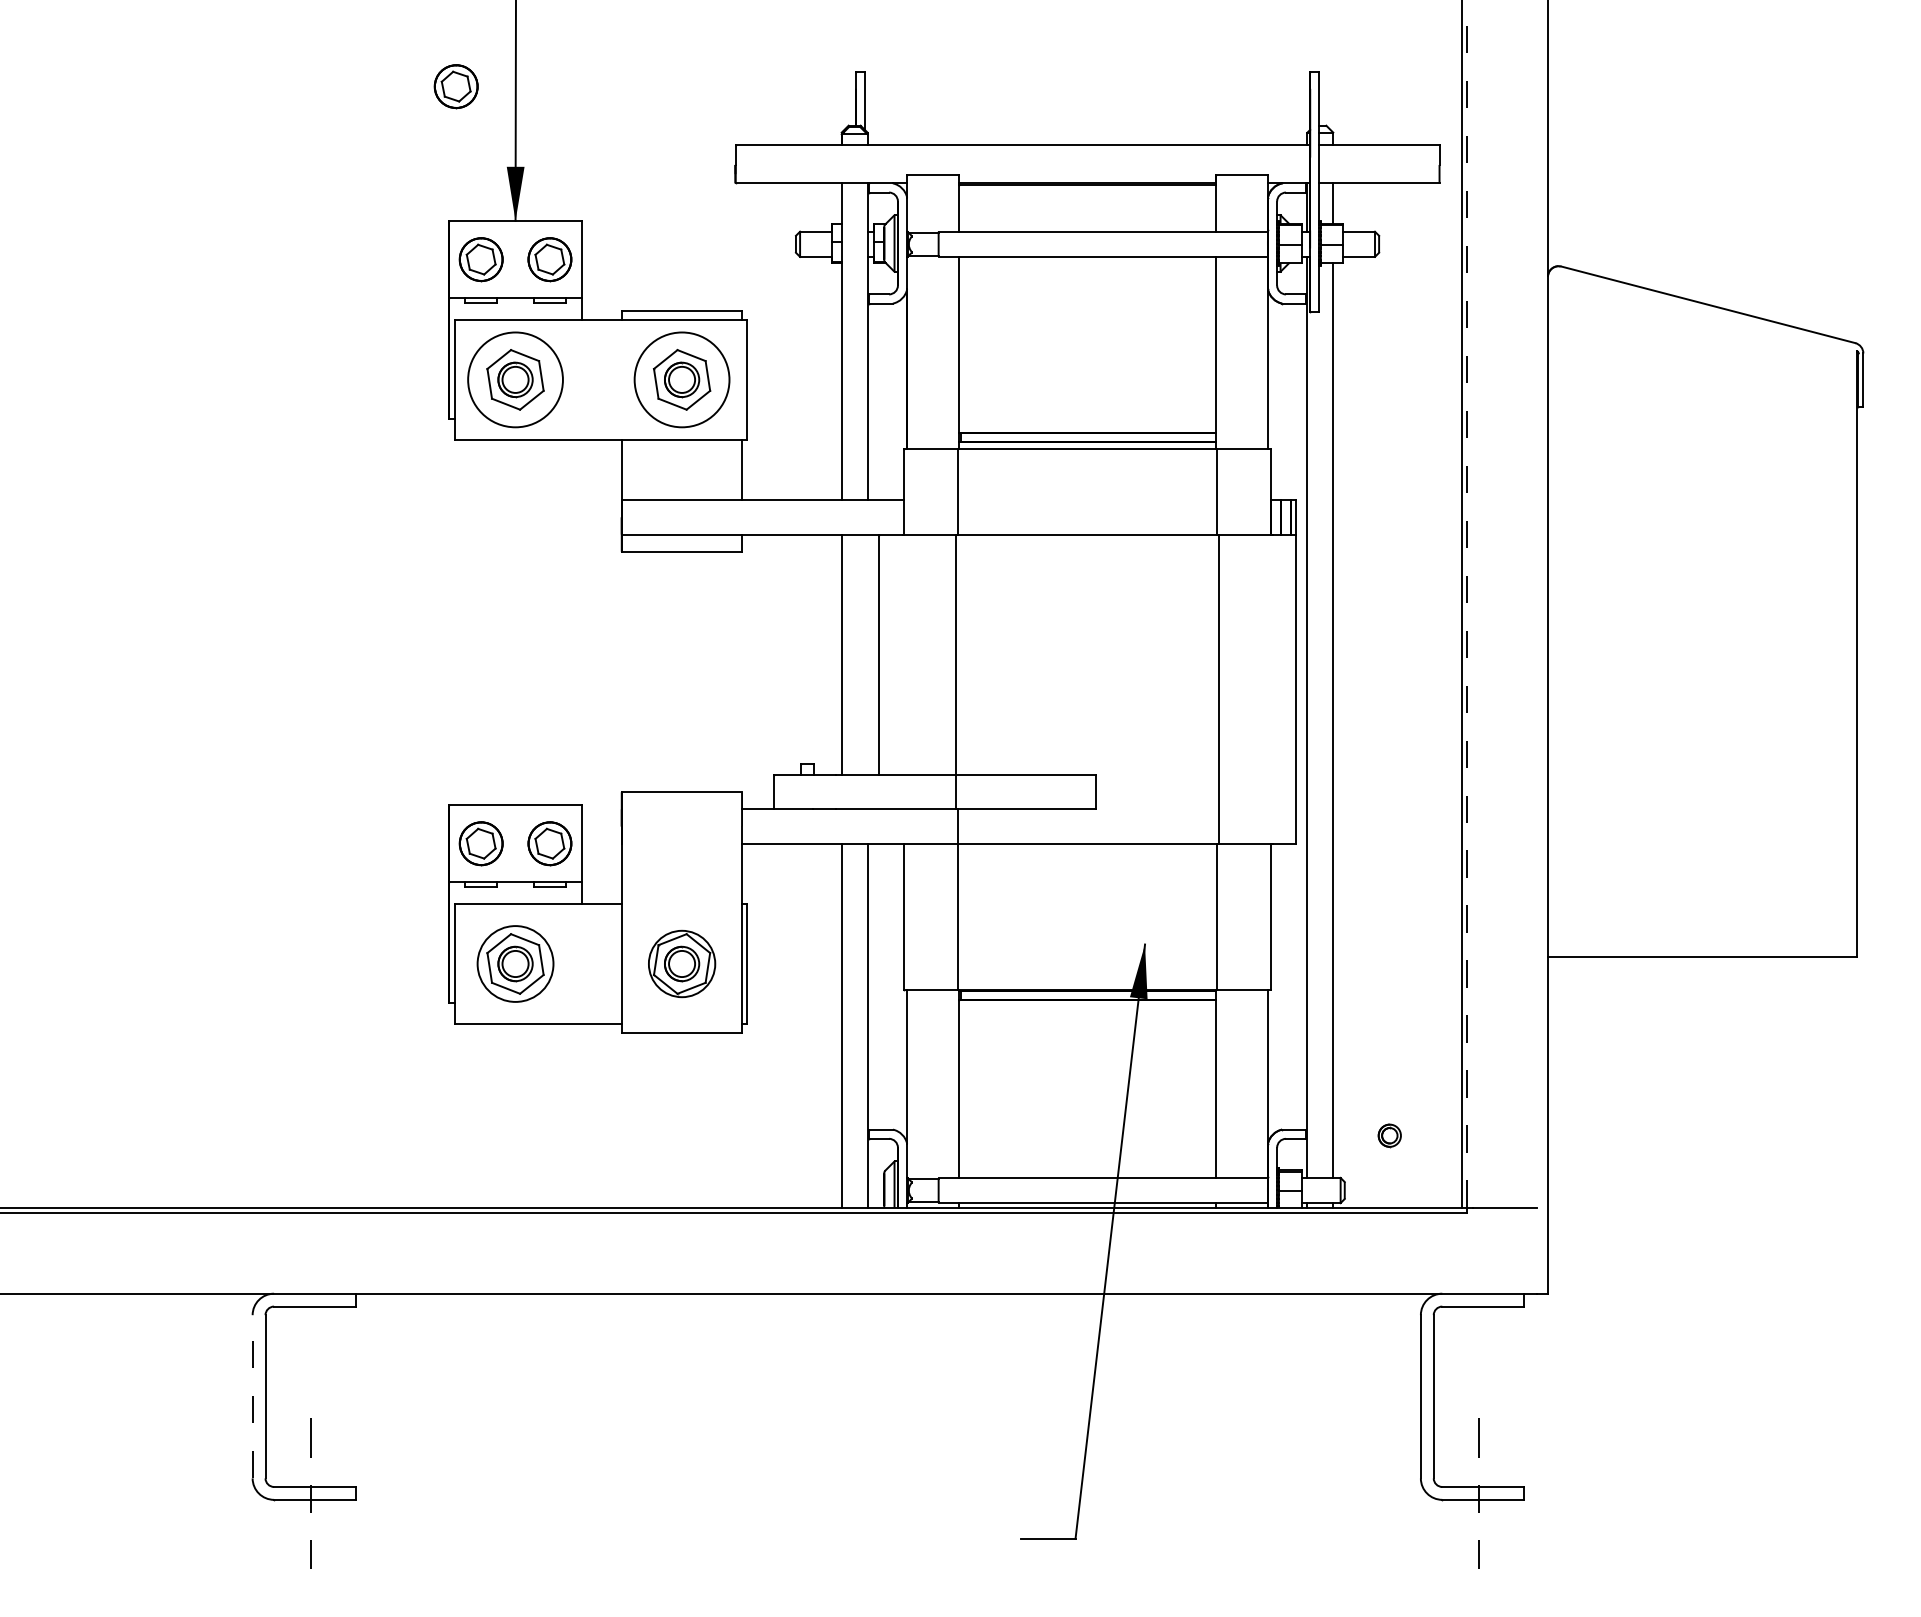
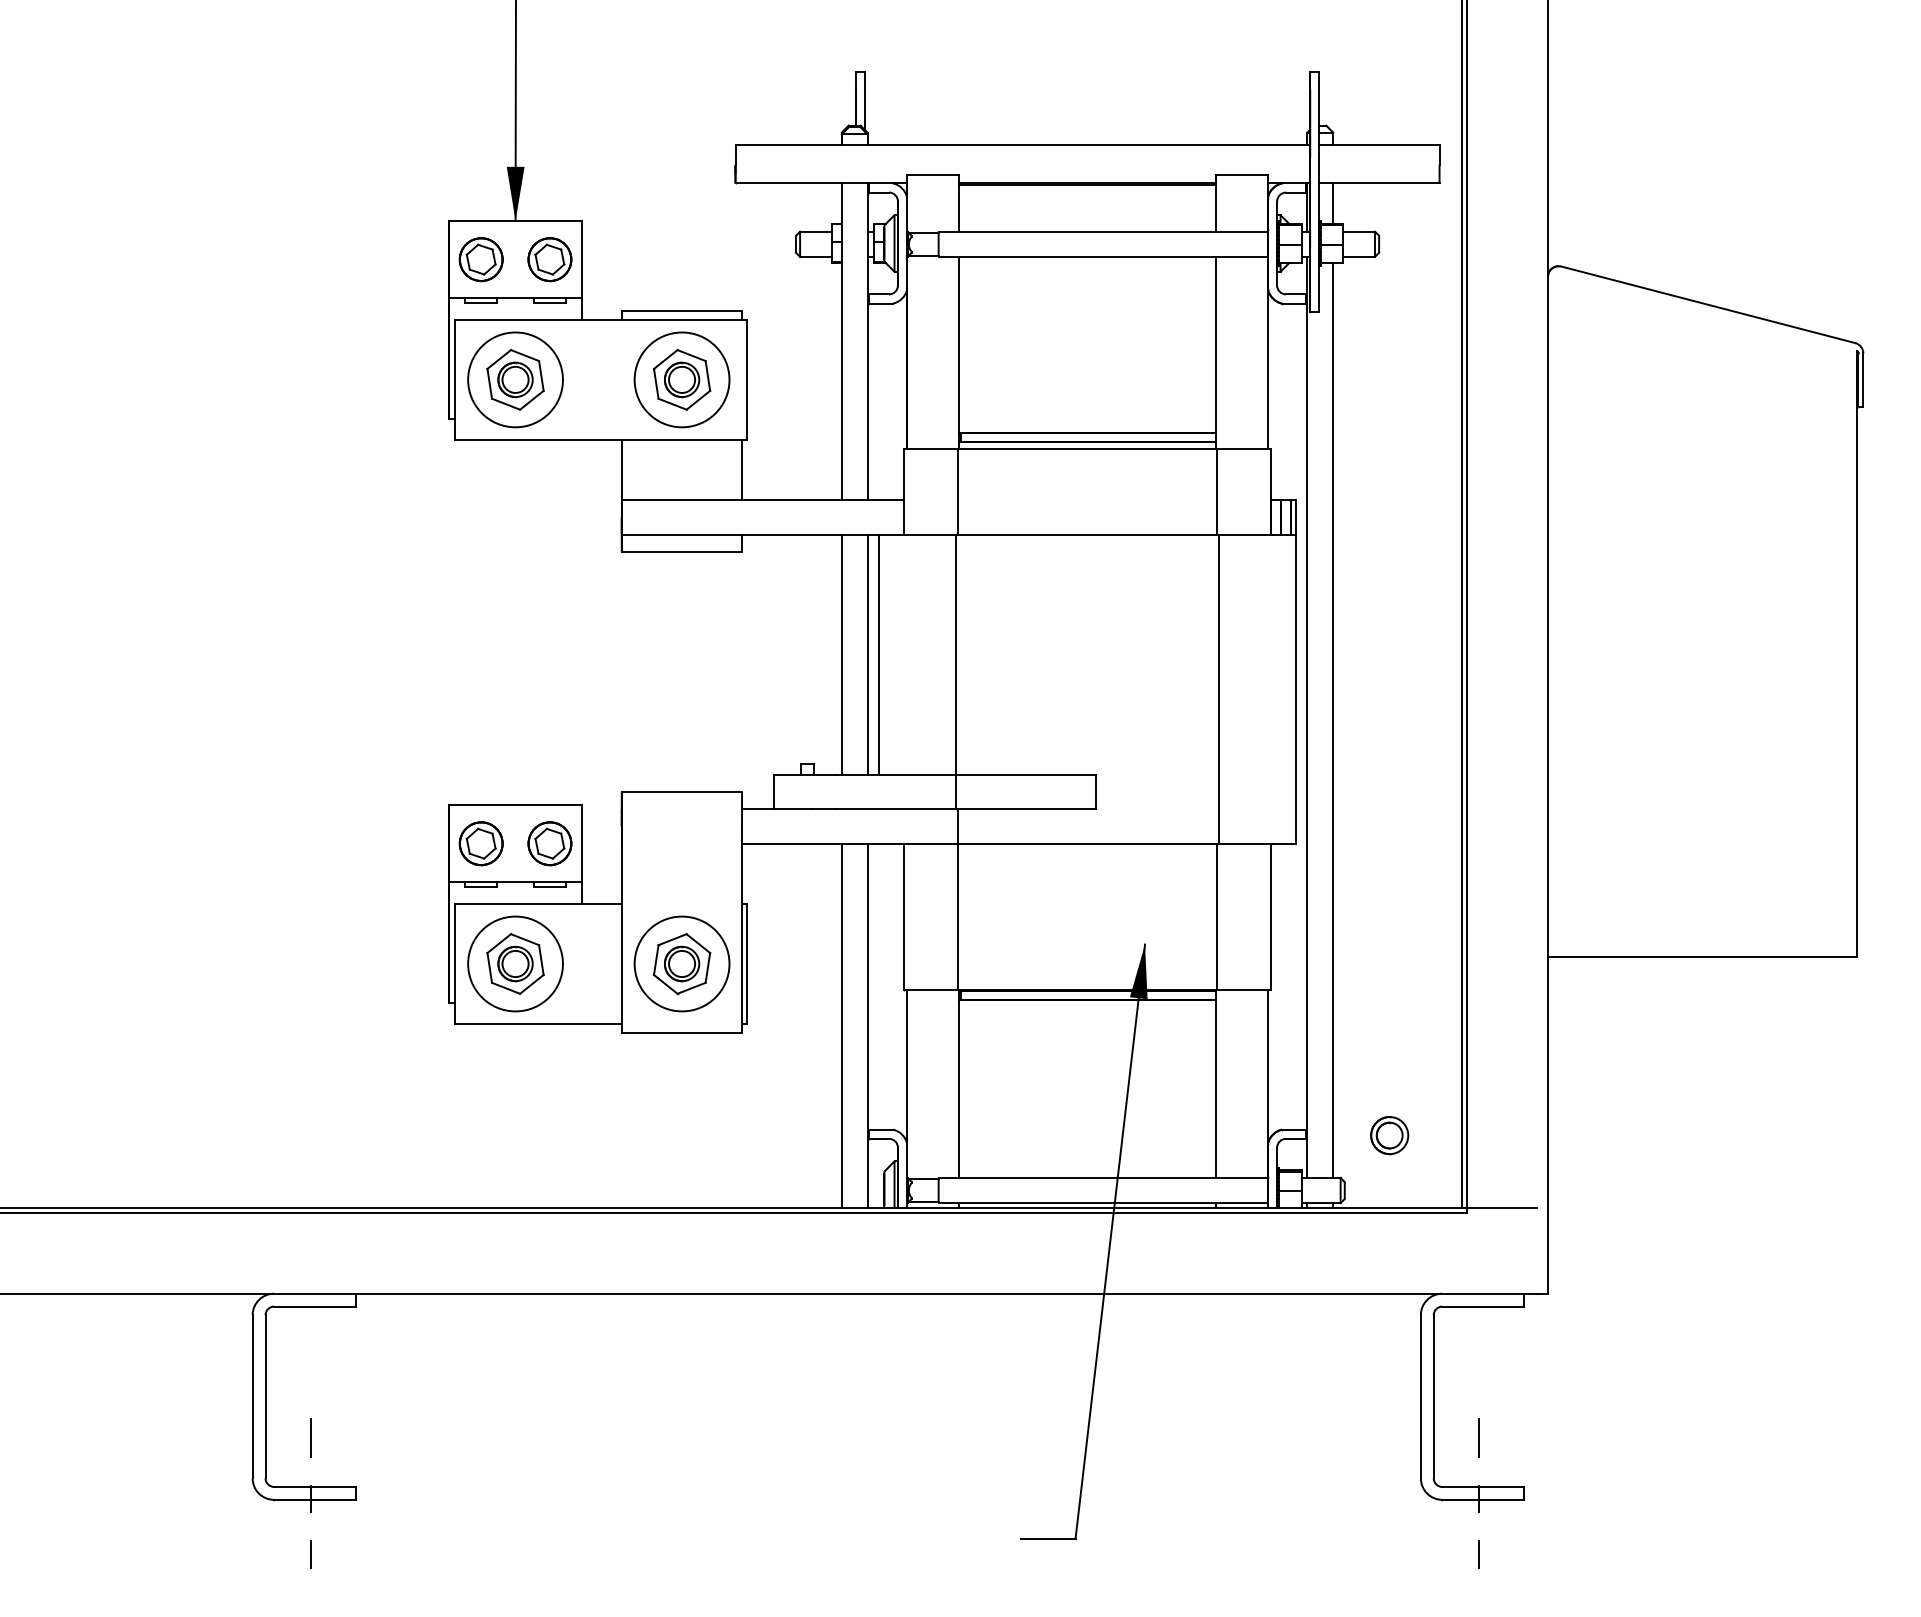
part at (455, 86): present -> none
line at (1467, 603): dashed -> solid
line at (867, 654): none -> present
circle at (515, 963) diameter: 76 px -> 95 px
circle at (681, 963) diameter: 66 px -> 95 px
part at (1389, 1135) size: 25x26 px -> 40x40 px
line at (252, 1396): dashed -> solid
